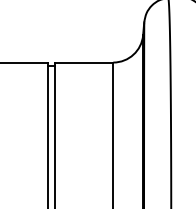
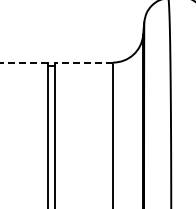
line at (23, 62): solid -> dashed
line at (84, 62): solid -> dashed
